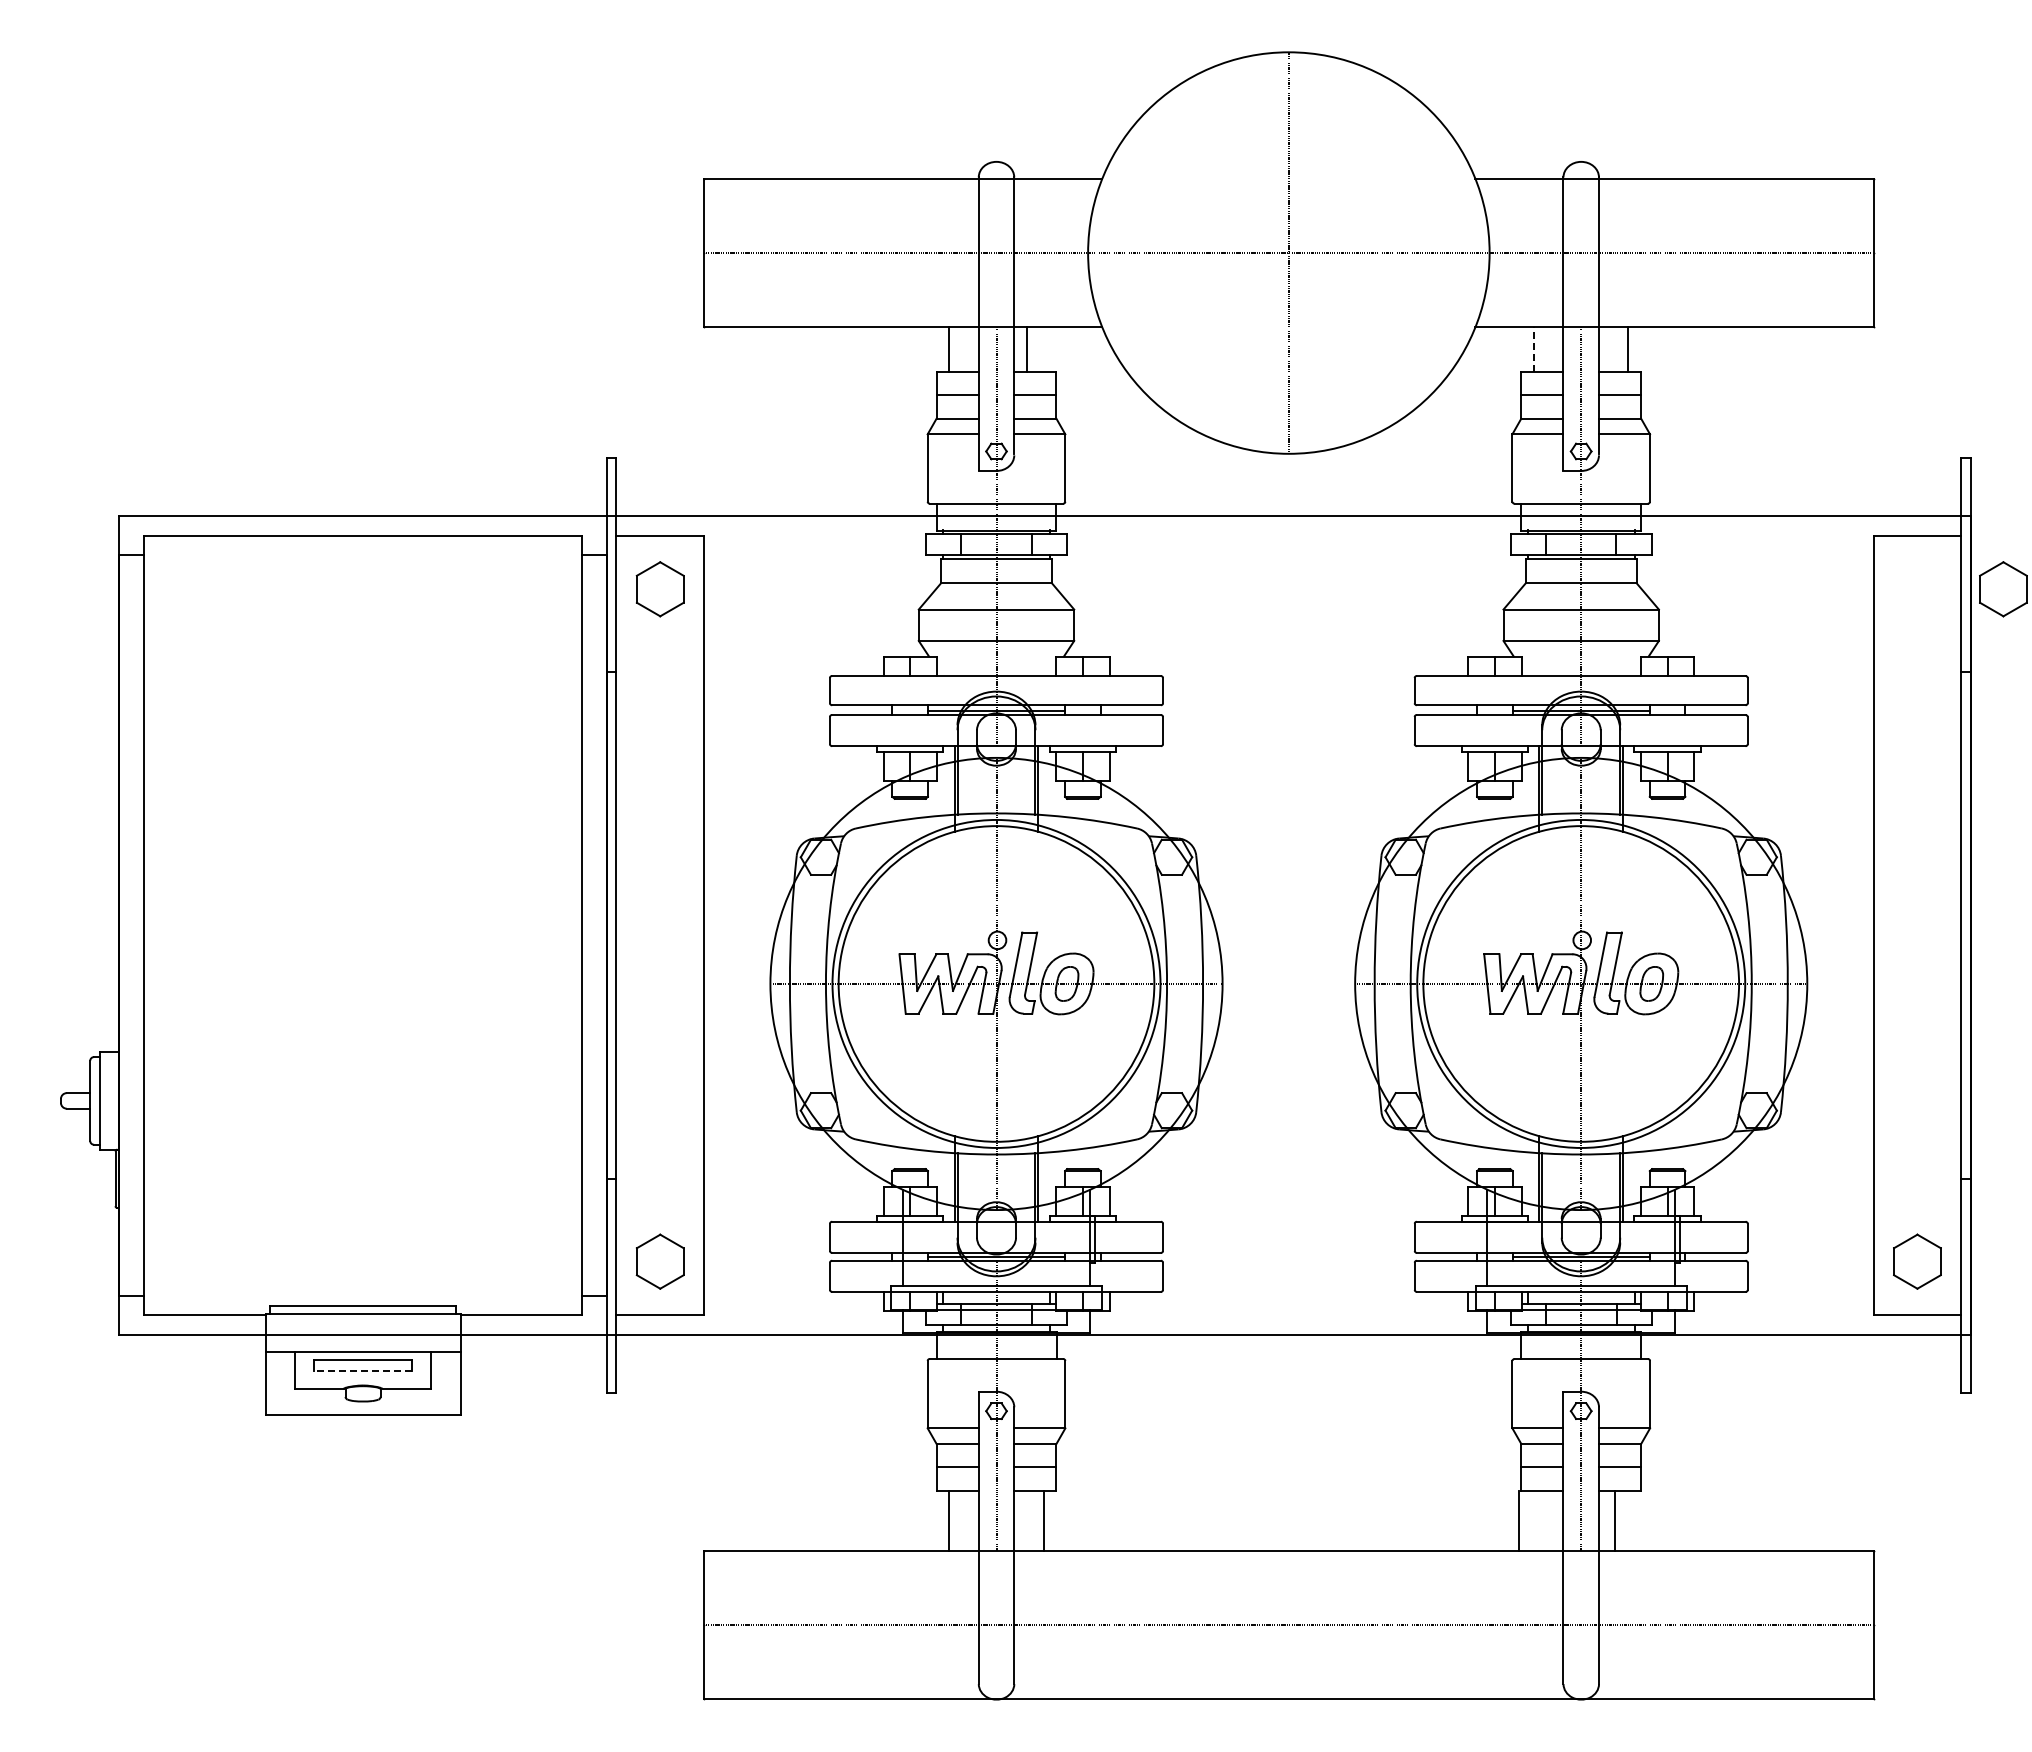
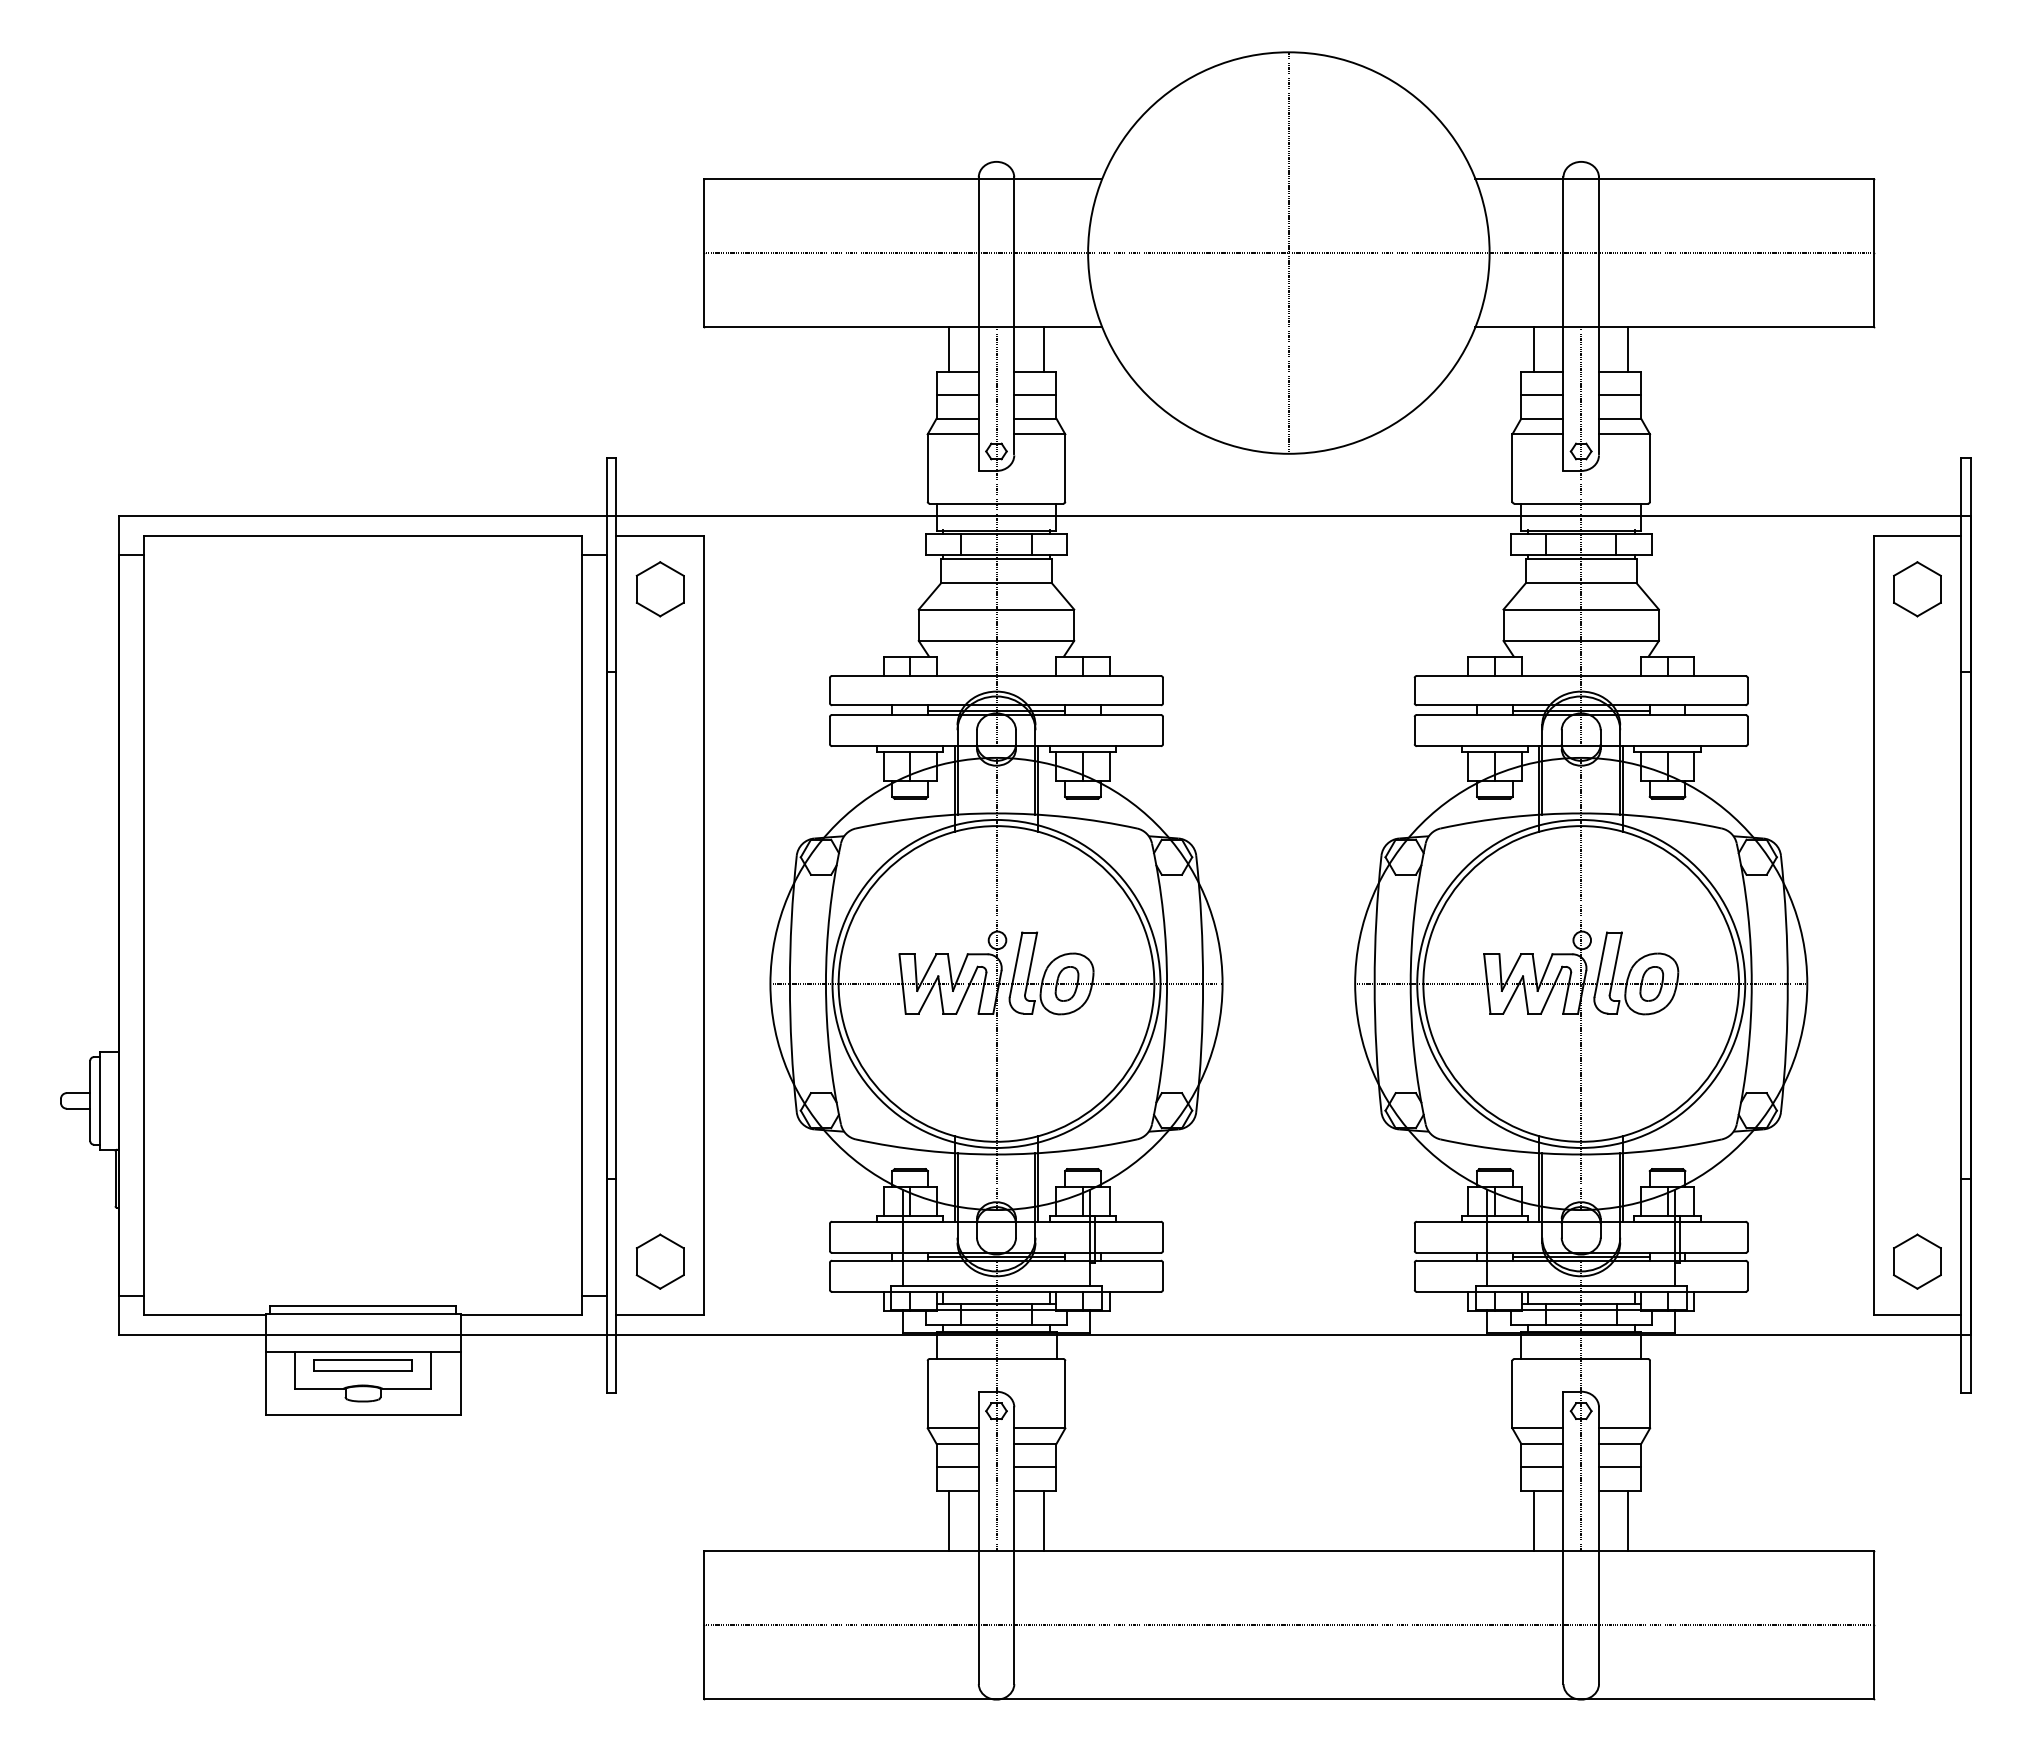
line at (1026, 349) position: (1026, 349) -> (1043, 349)
line at (1534, 349): dashed -> solid
part at (2003, 589) position: (2003, 589) -> (1917, 589)
line at (363, 1370): dashed -> solid
line at (1519, 1520) position: (1519, 1520) -> (1534, 1520)
line at (1615, 1520) position: (1615, 1520) -> (1628, 1520)
